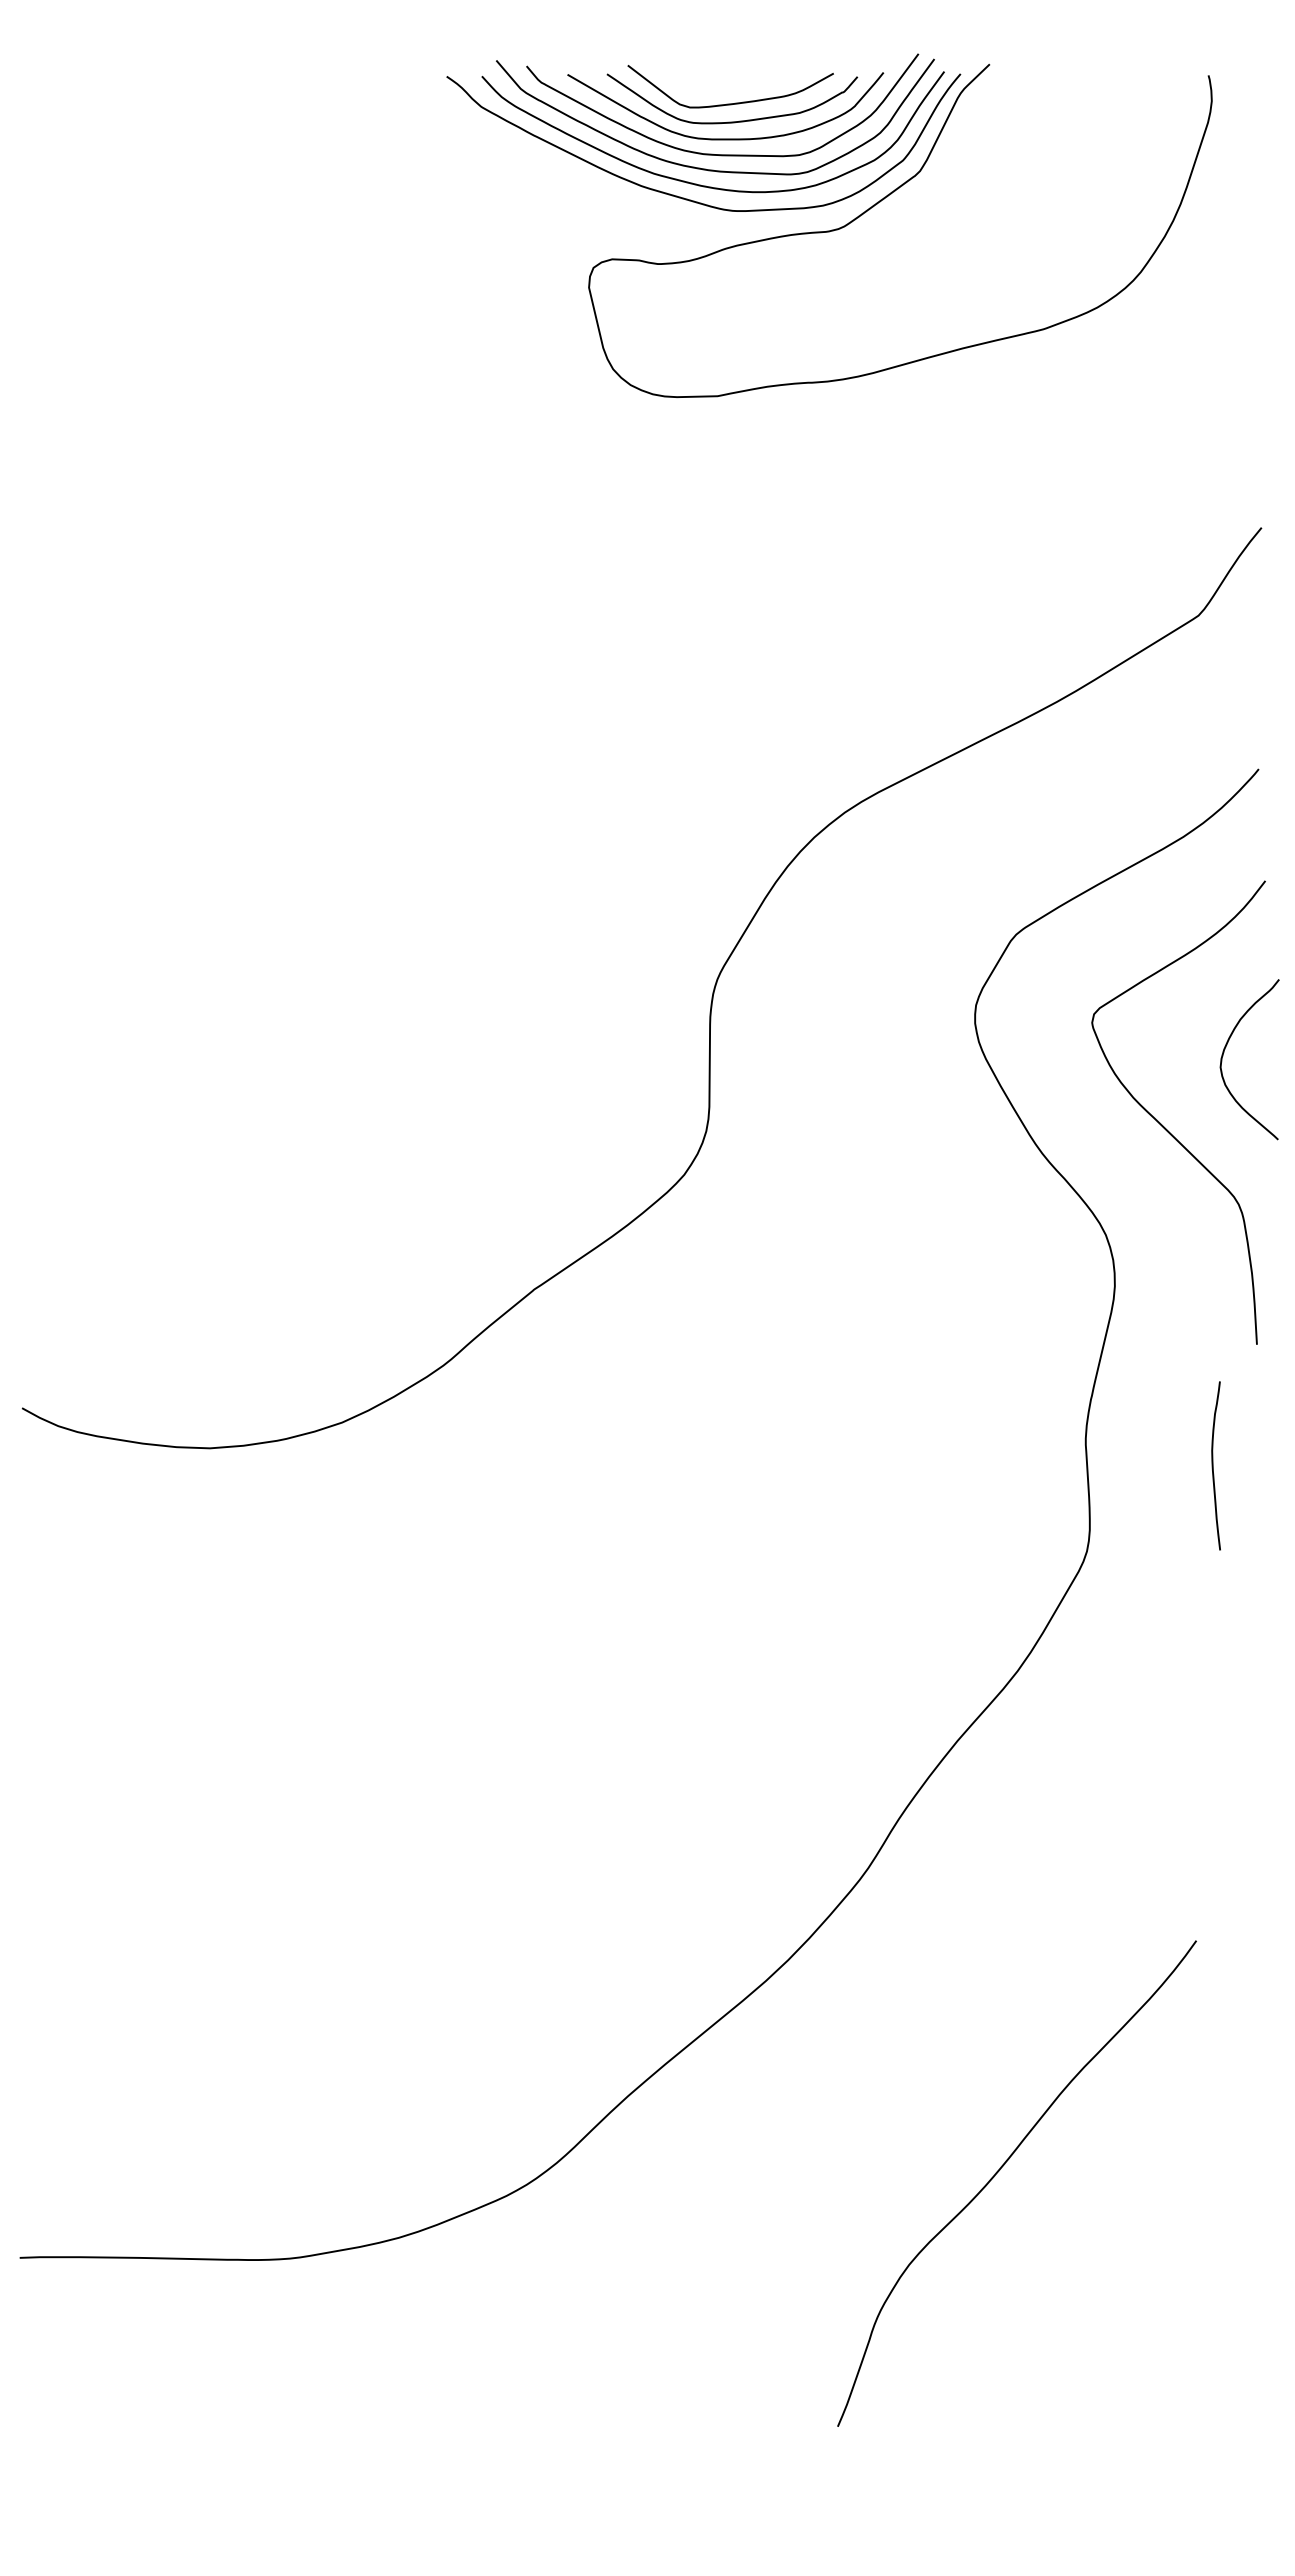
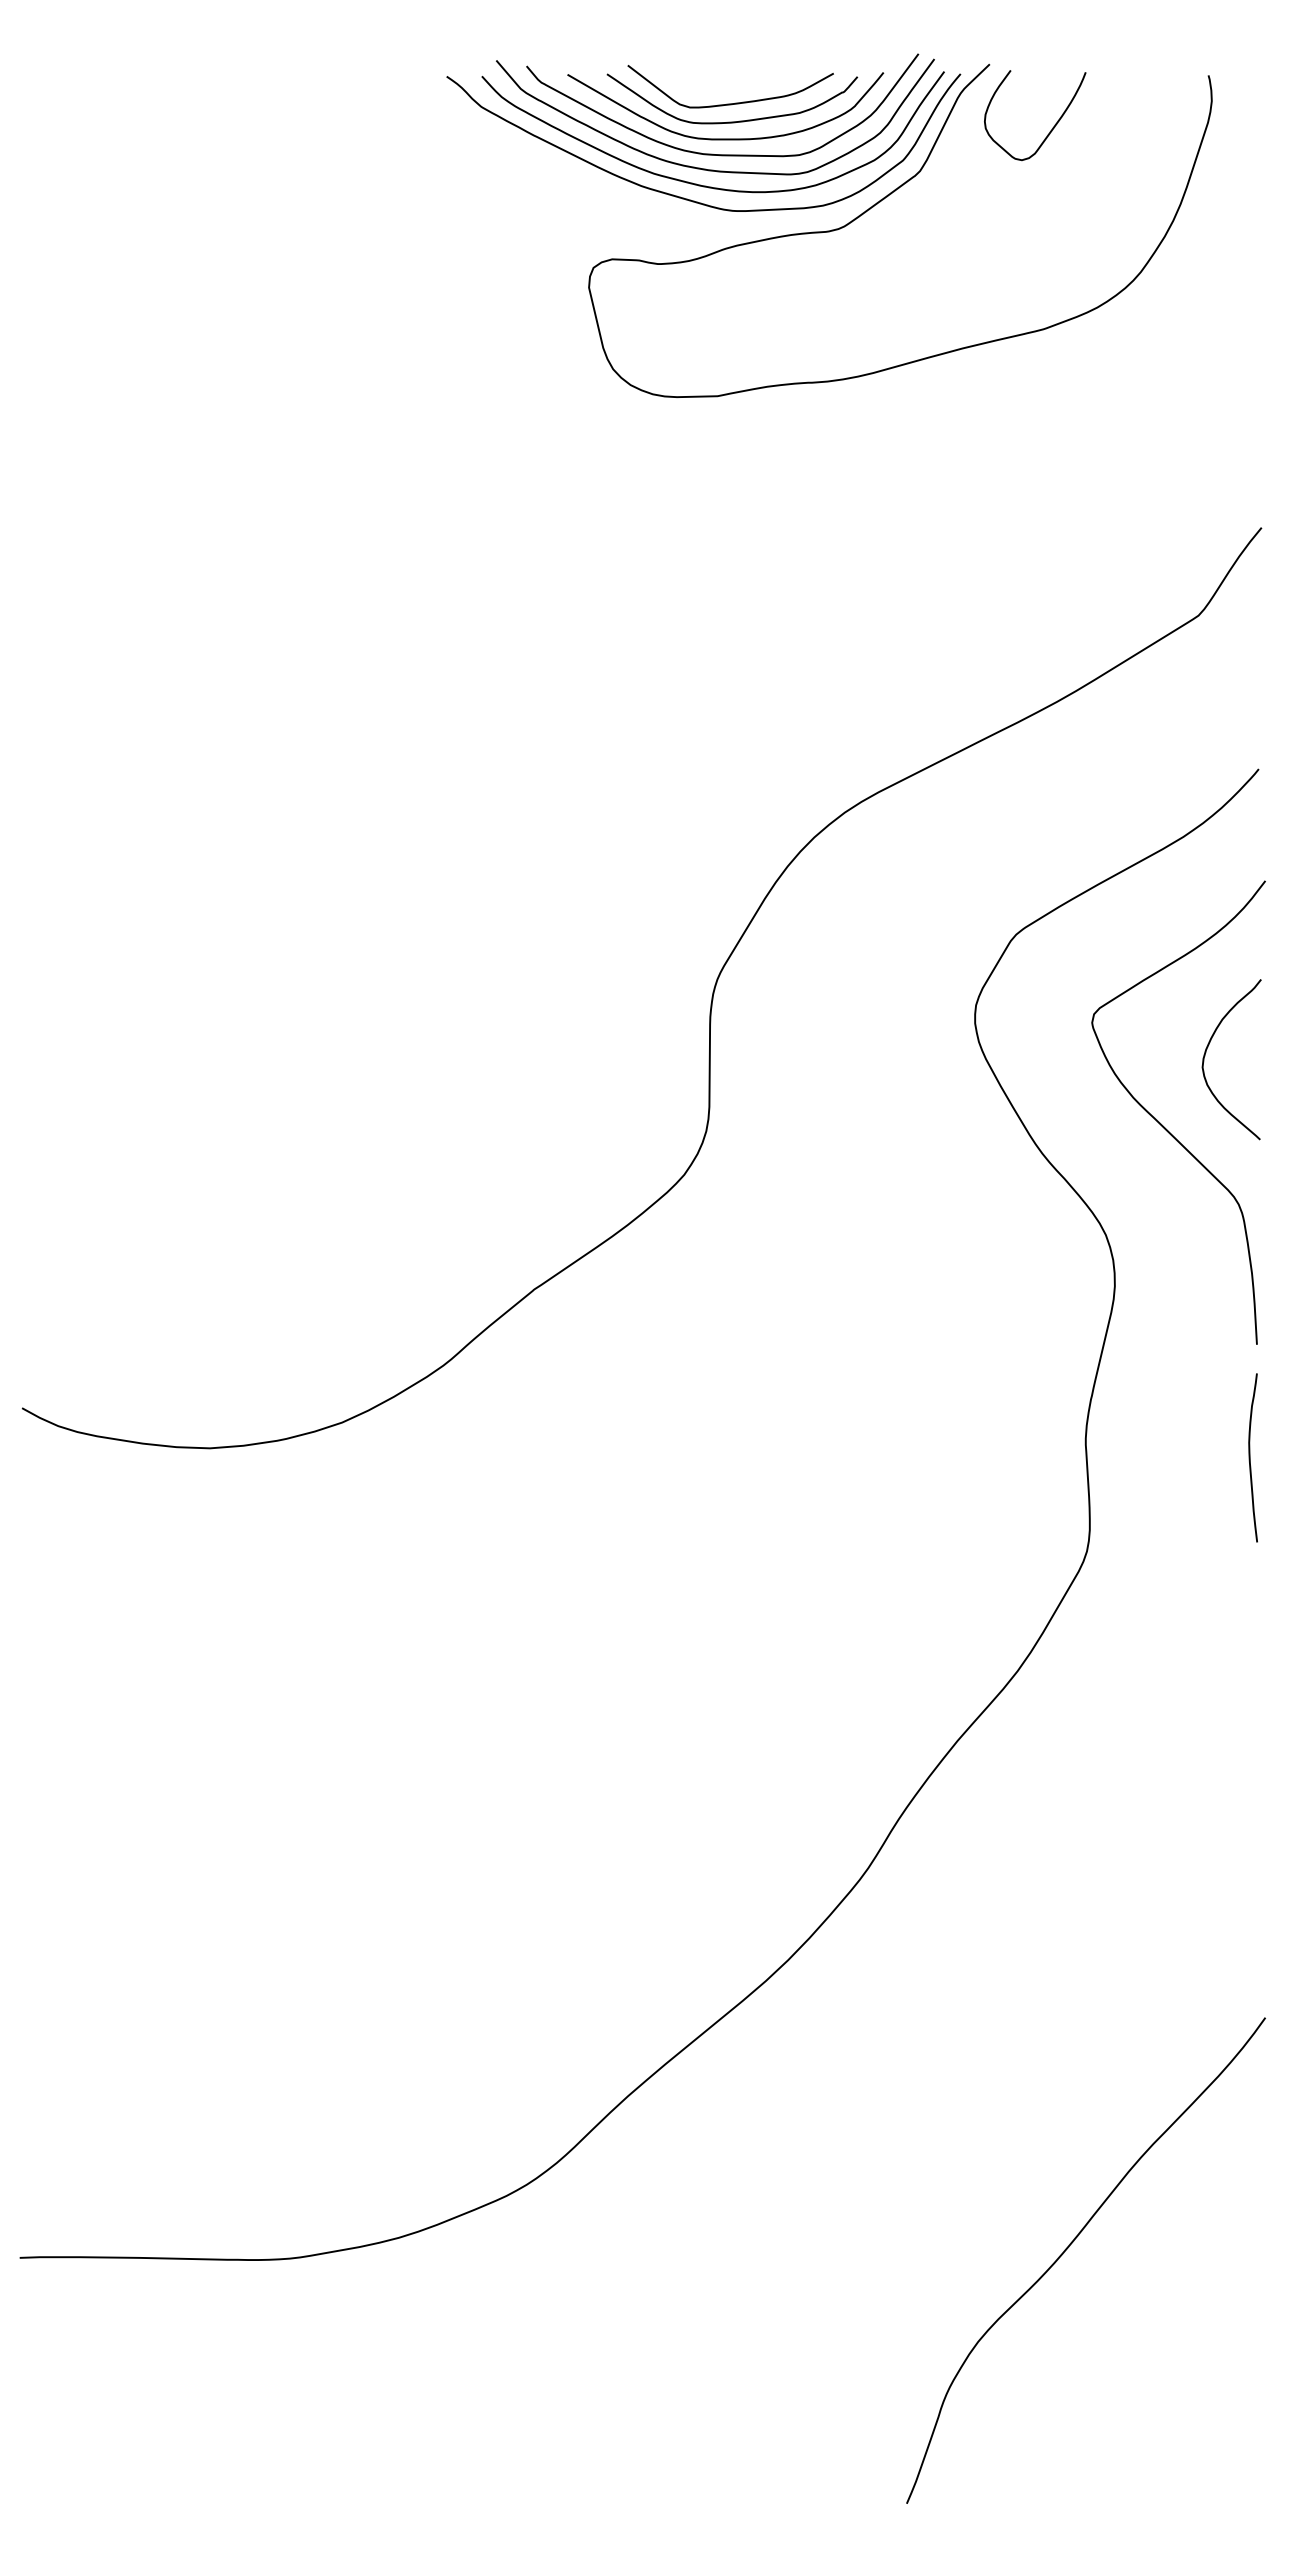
curve at (1052, 127): none -> present
curve at (1226, 1047) position: (1226, 1047) -> (1208, 1047)
curve at (1213, 1465) position: (1213, 1465) -> (1250, 1457)
curve at (1000, 2170) position: (1000, 2170) -> (1069, 2247)
